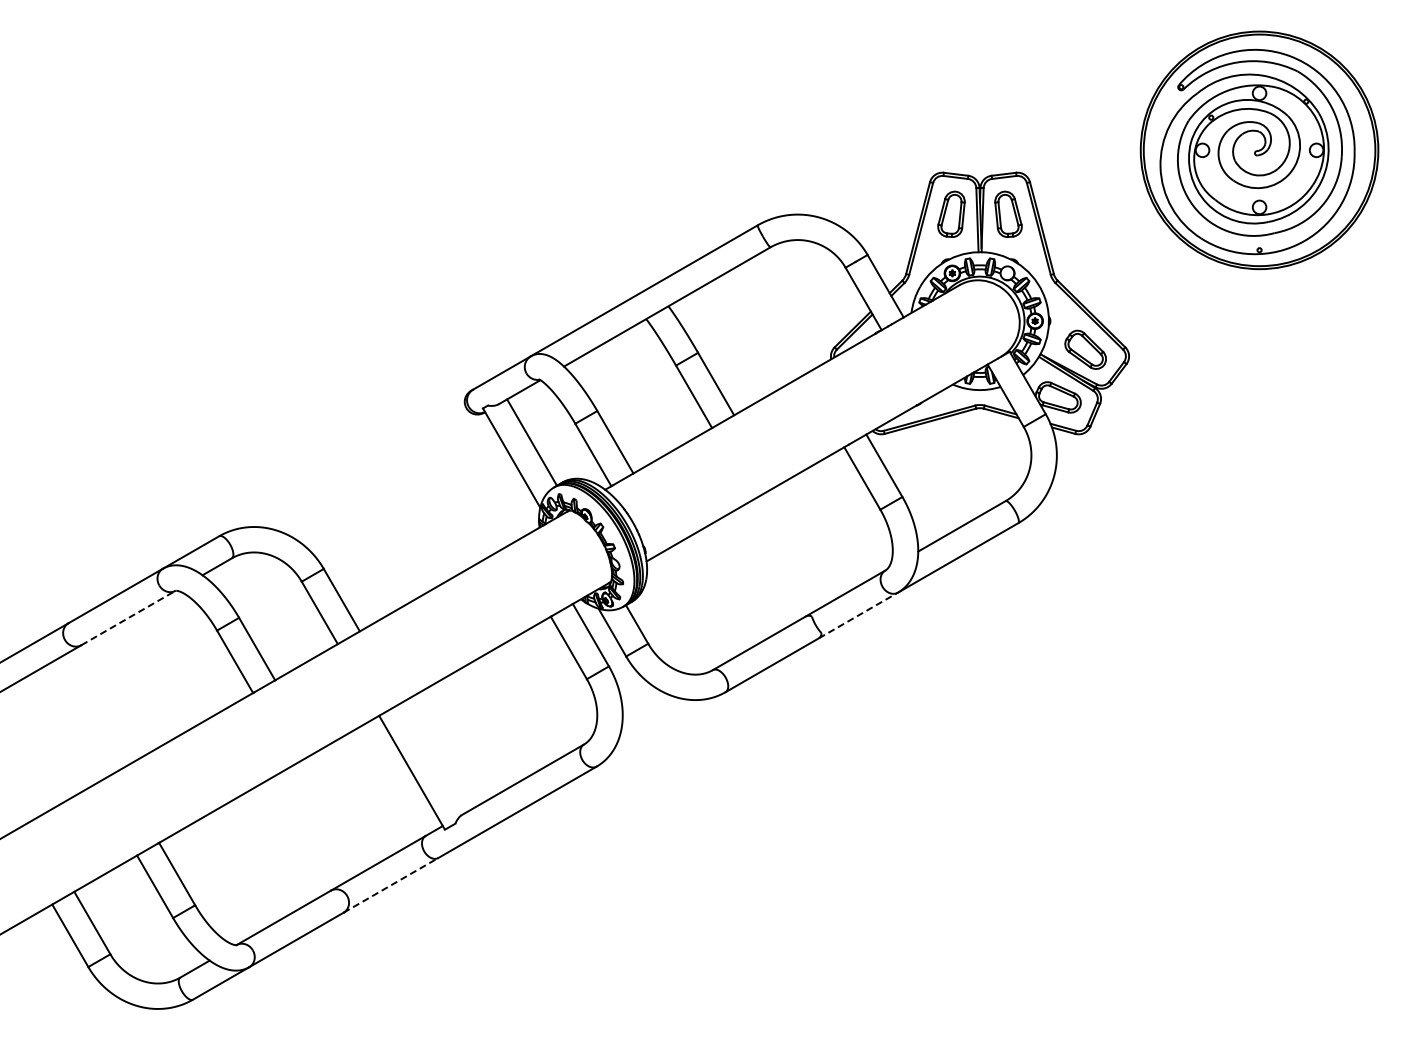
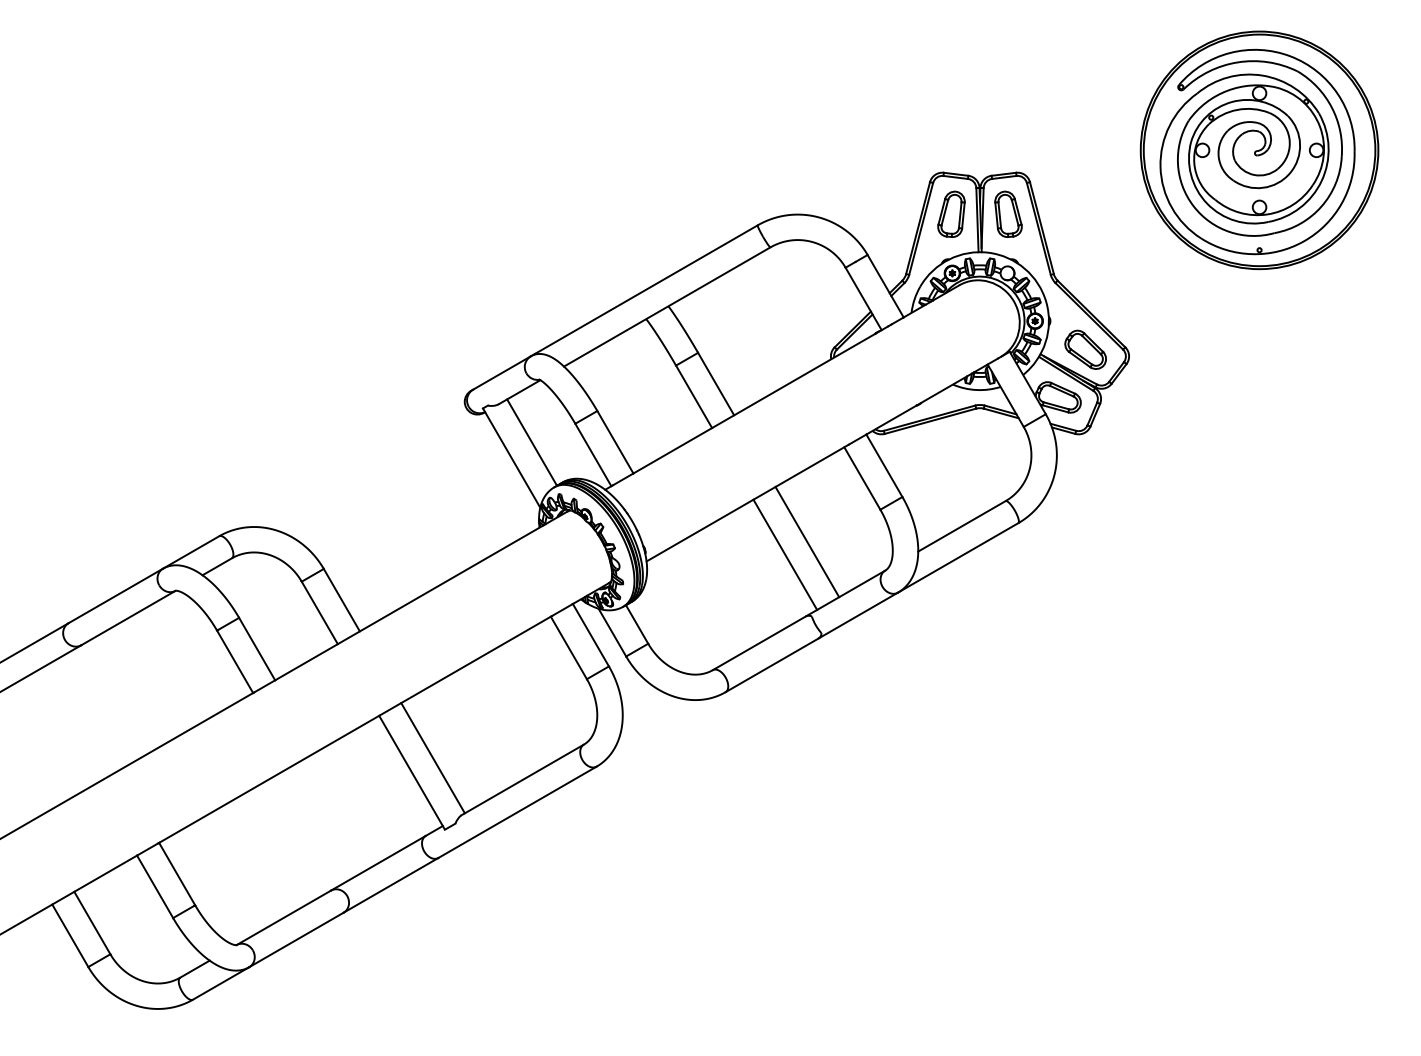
line at (807, 541): none -> present
line at (785, 554): none -> present
line at (858, 615): dashed -> solid
line at (128, 617): dashed -> solid
line at (432, 758): none -> present
line at (391, 885): dashed -> solid
